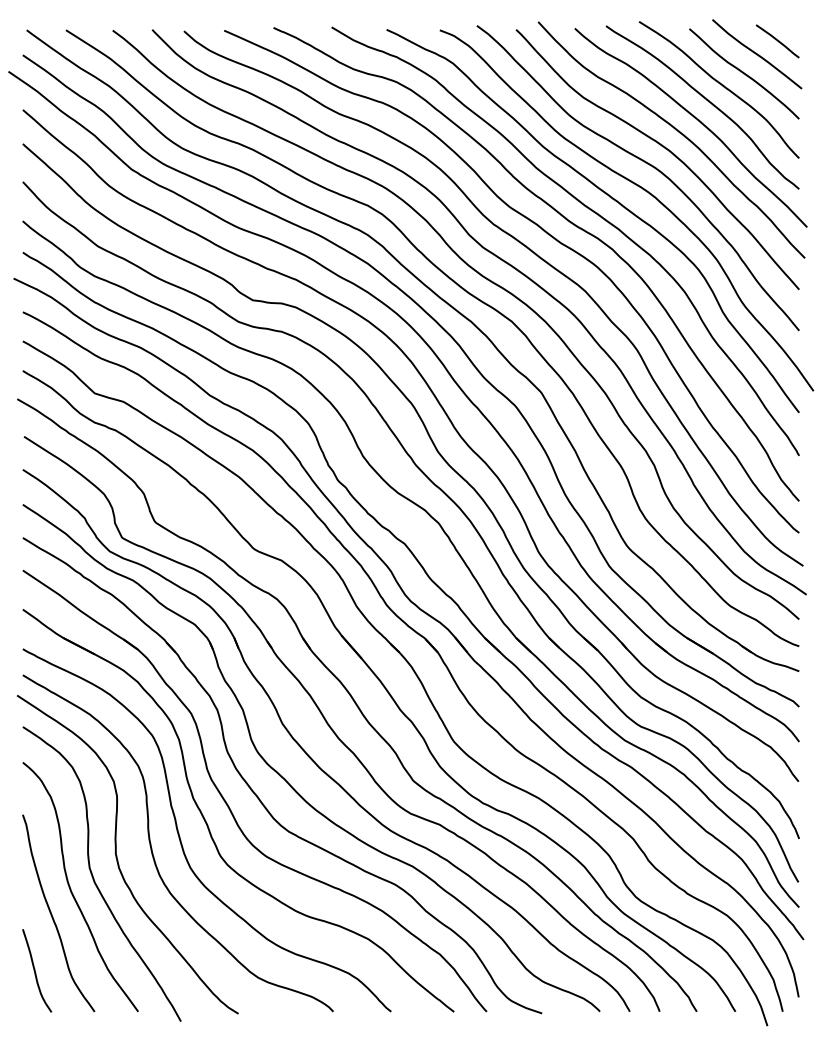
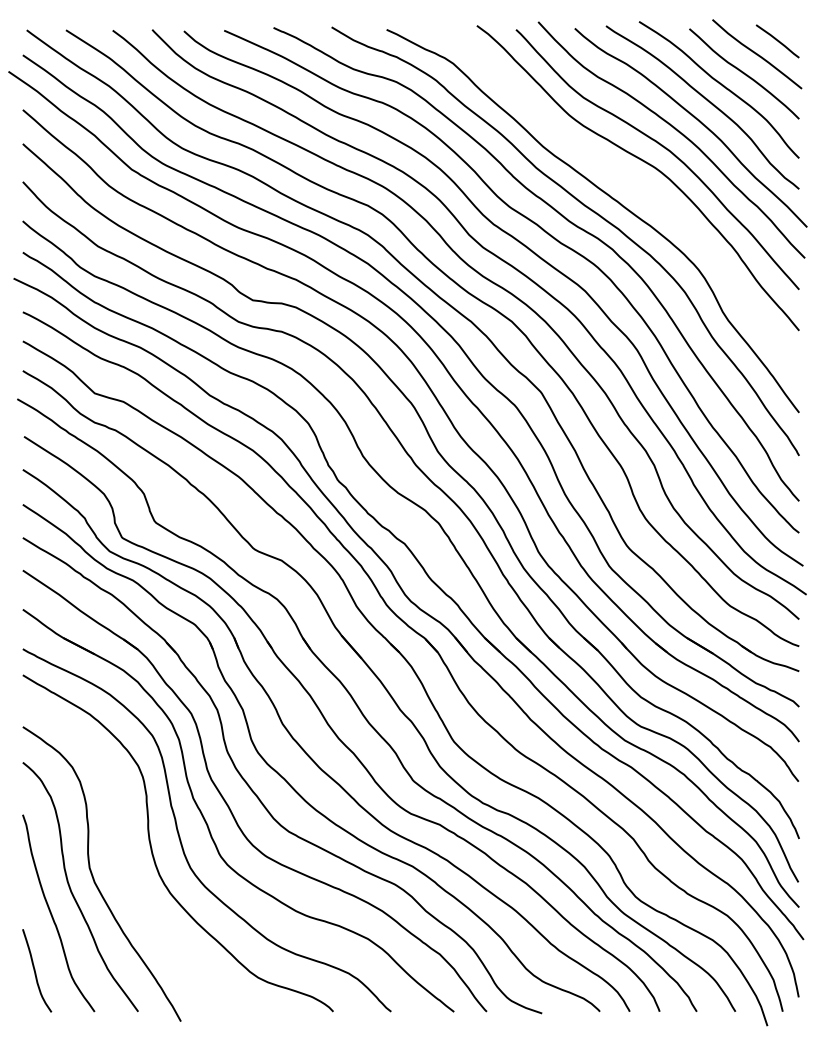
curve at (640, 188): present -> none
curve at (117, 855): present -> none
